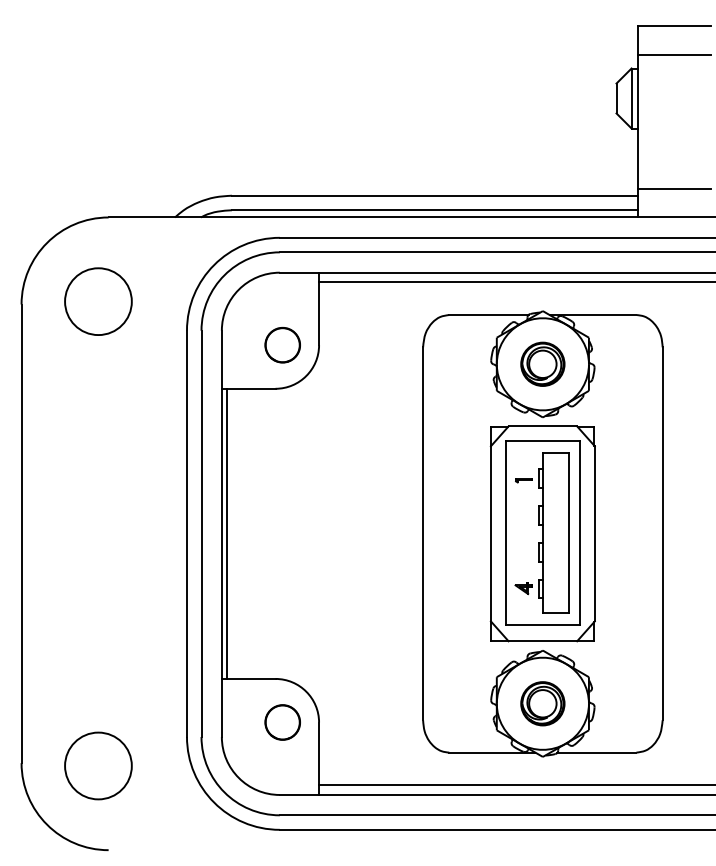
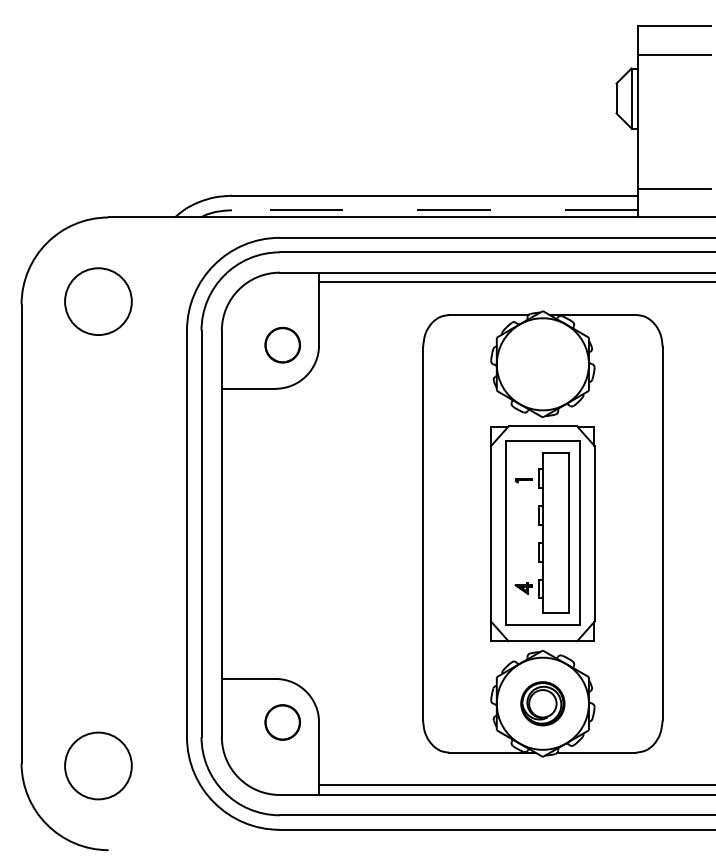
line at (434, 210): solid -> dashed
part at (542, 363): present -> none
line at (226, 533): present -> none
